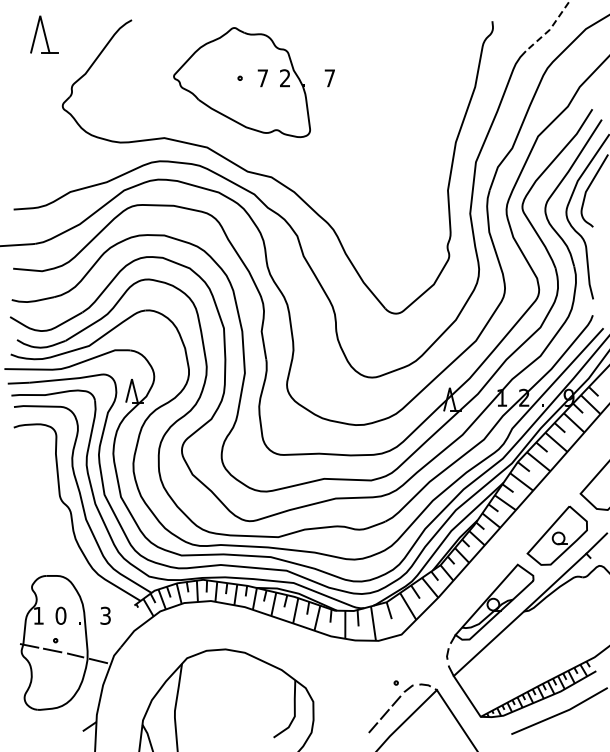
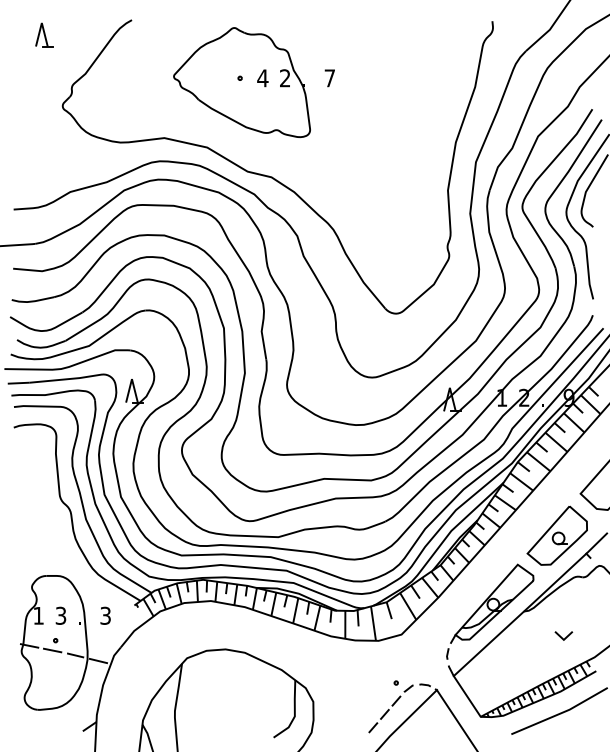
line at (550, 28): dashed -> solid
part at (44, 34) size: 29x39 px -> 19x26 px
text at (262, 78): 7 -> 4
text at (60, 615): 0 -> 3
line at (561, 636): none -> present
